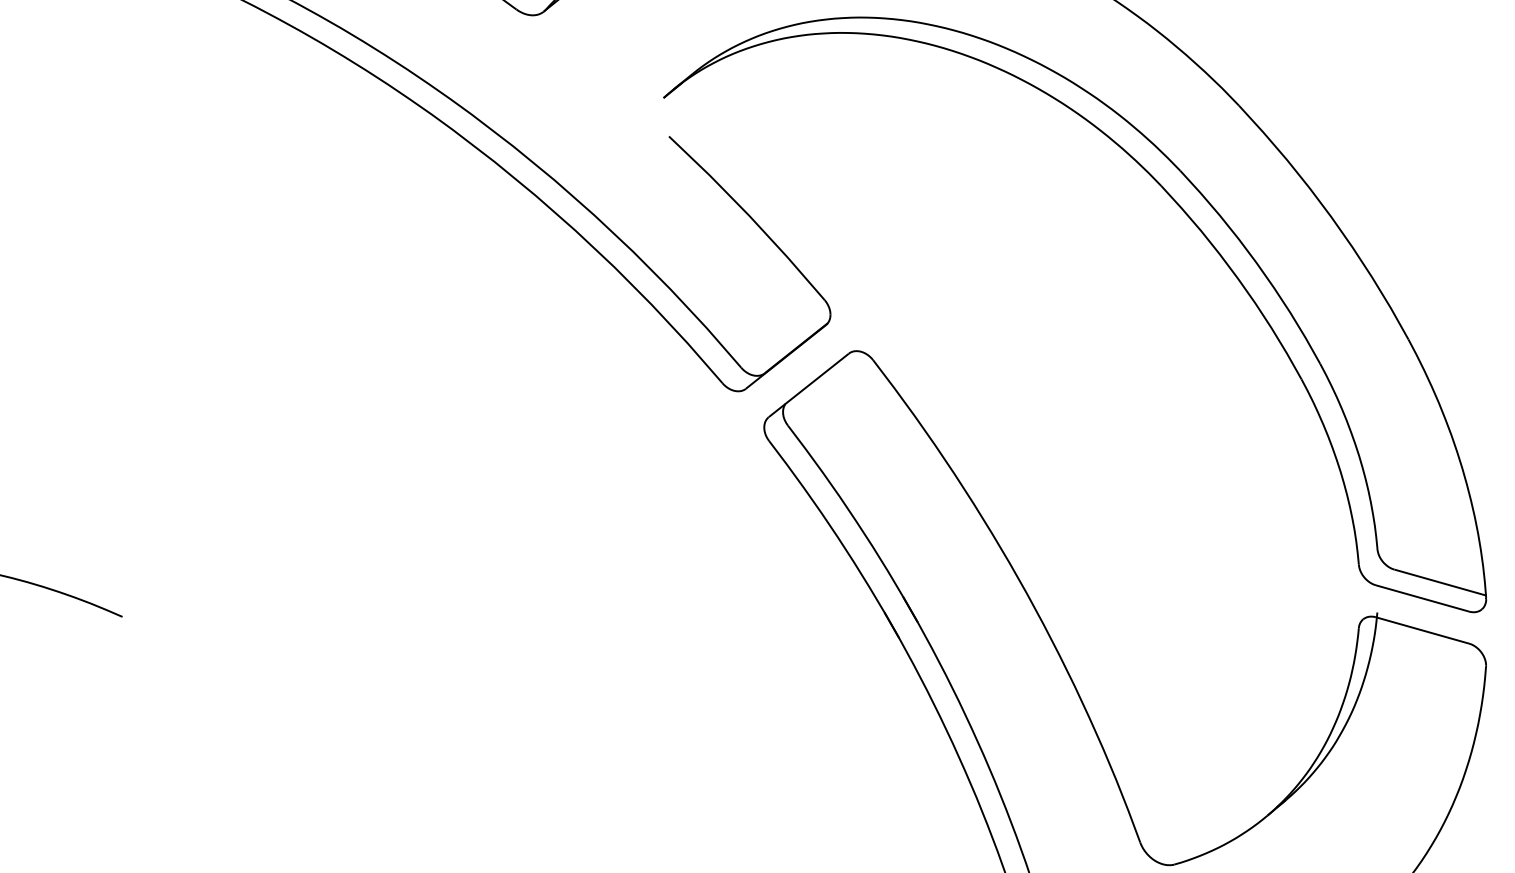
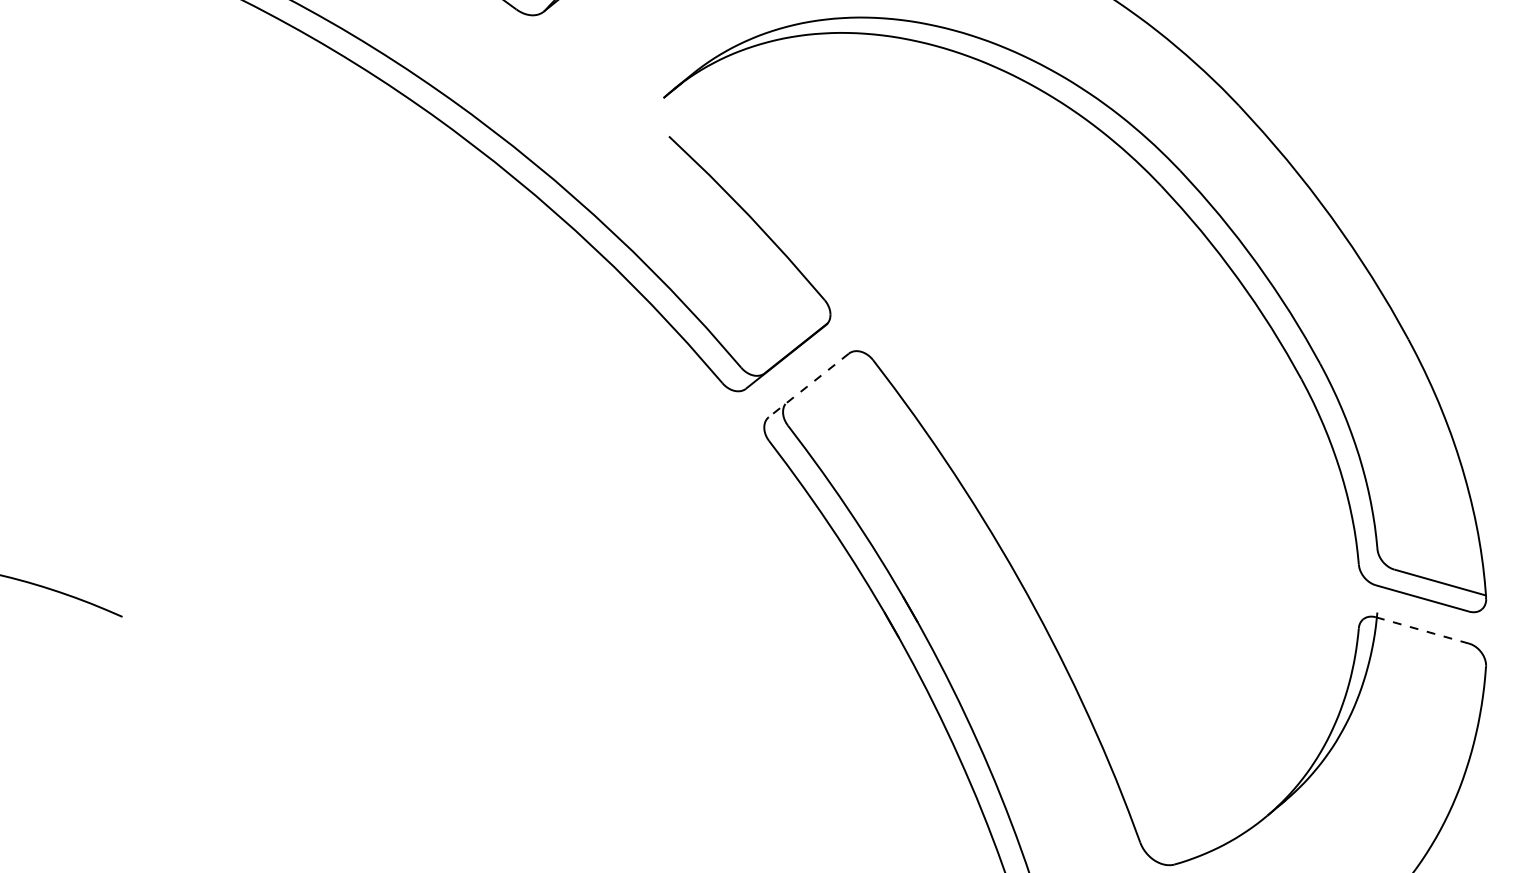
line at (808, 385): solid -> dashed
line at (1421, 630): solid -> dashed
